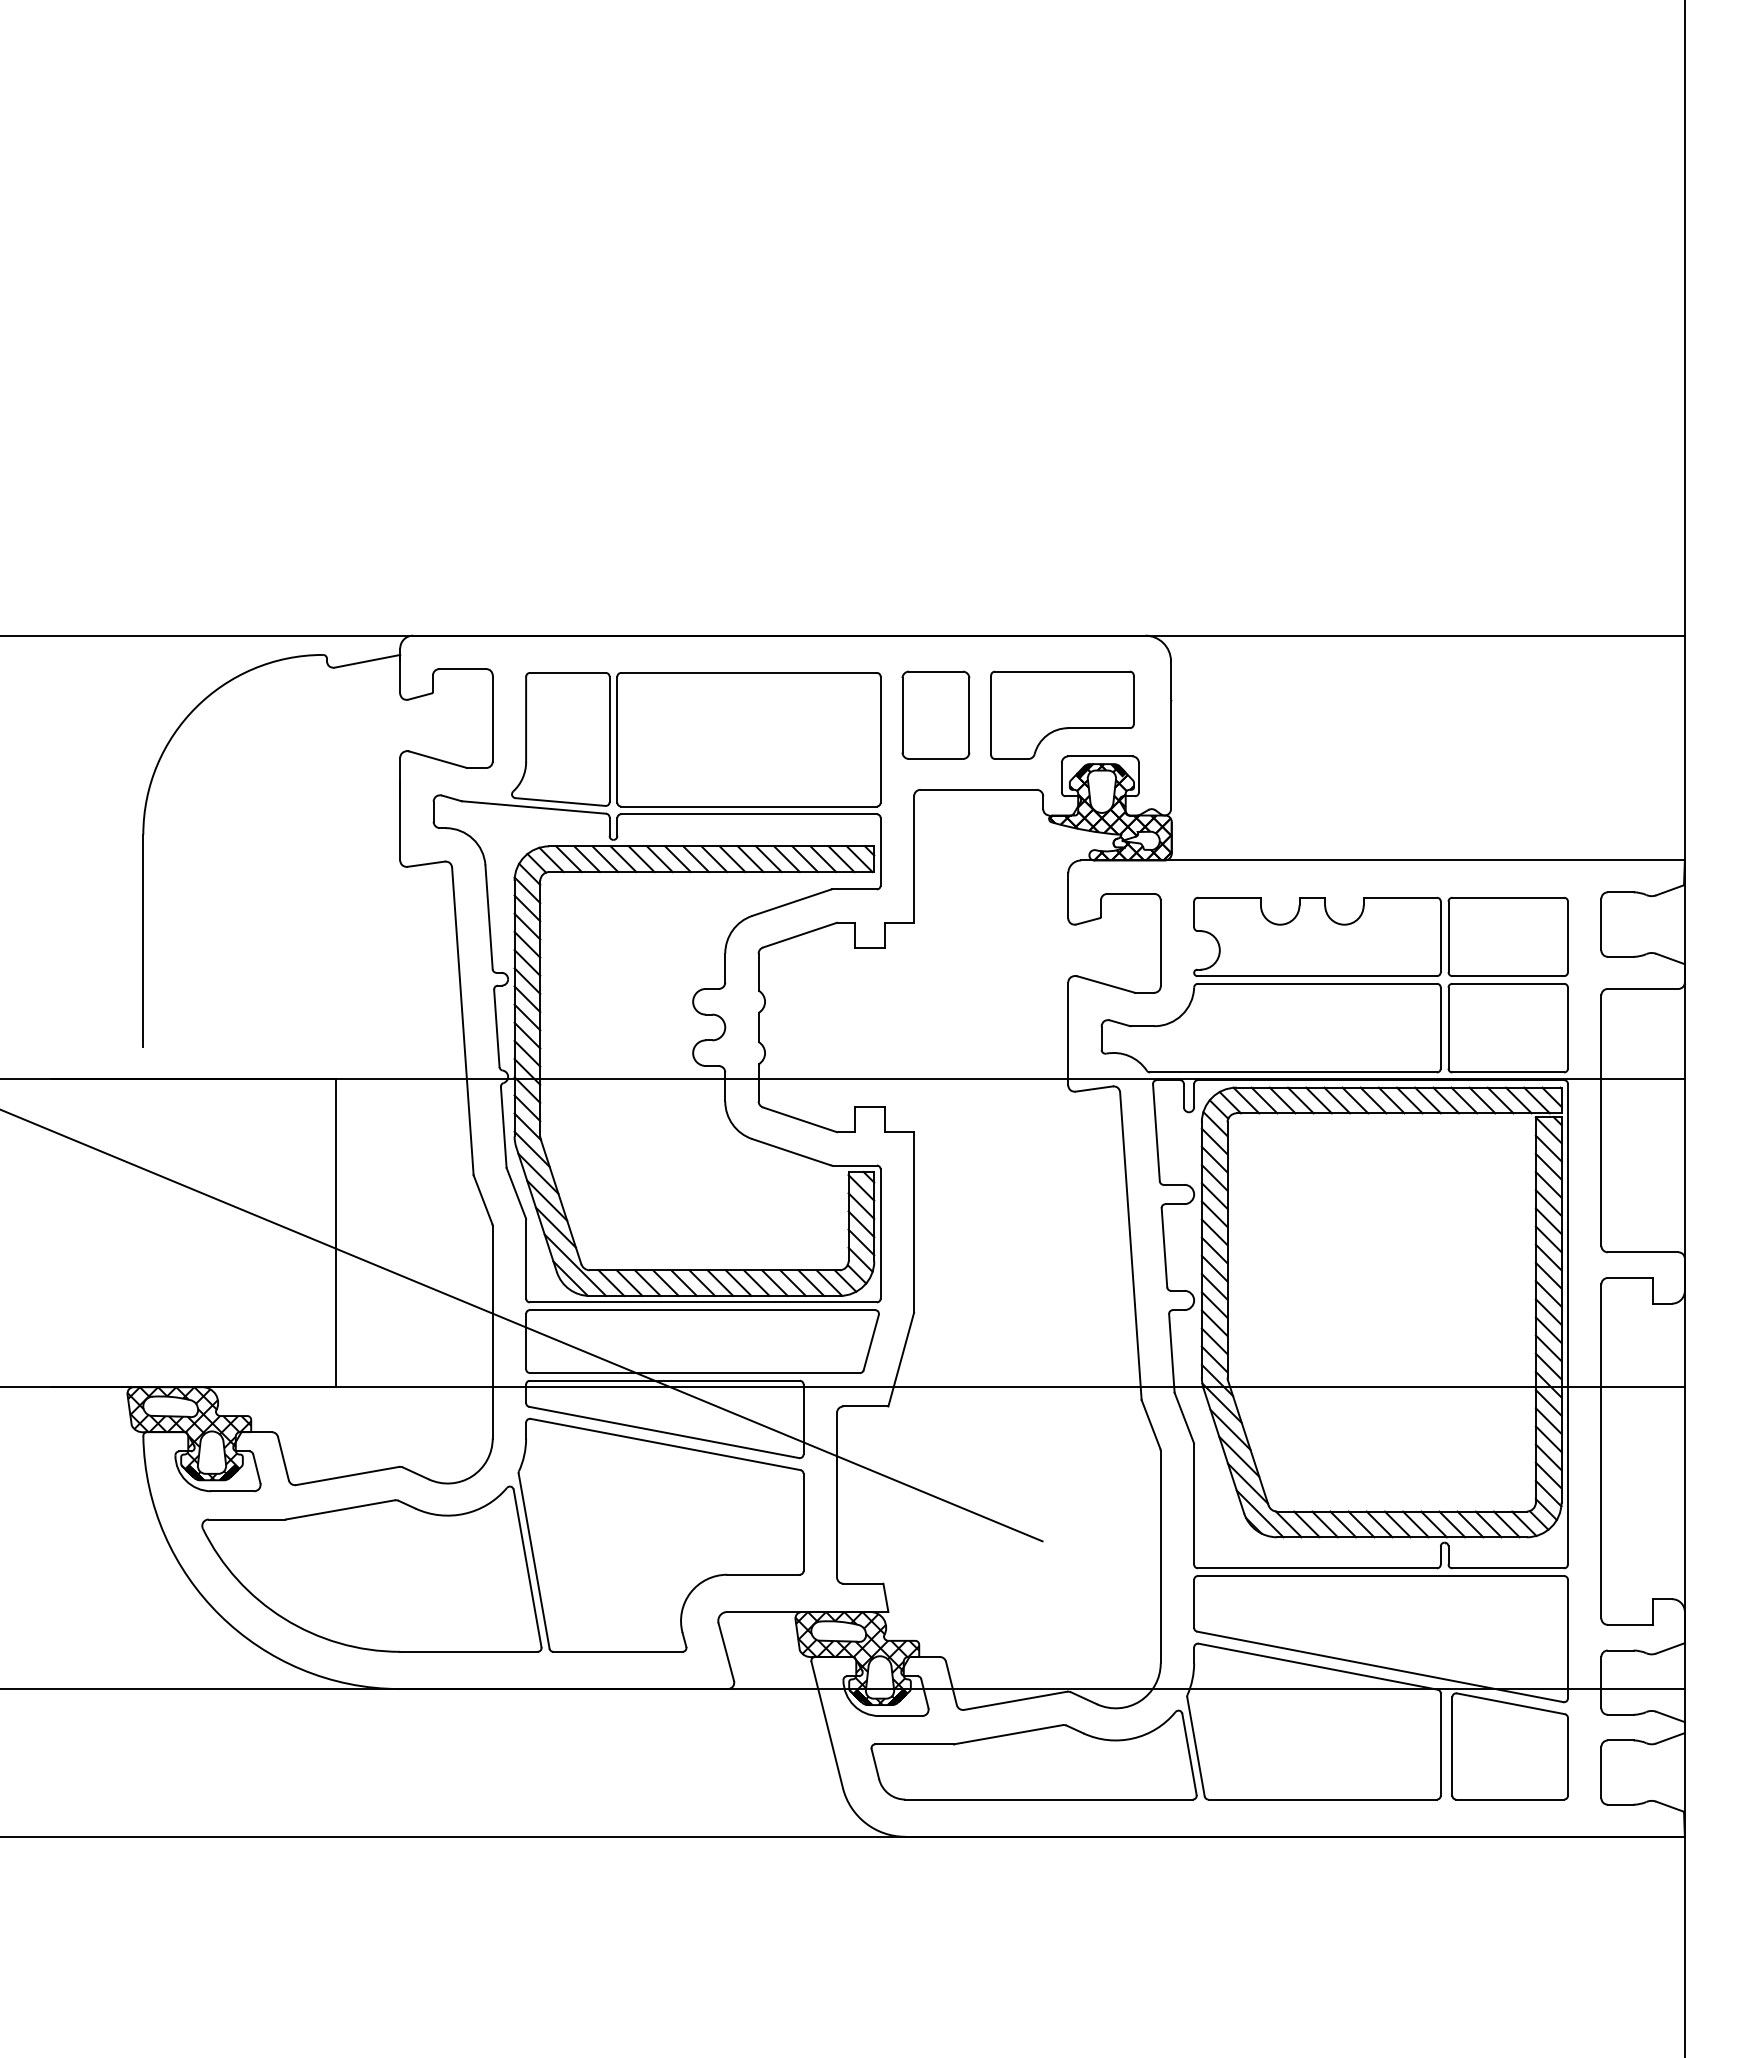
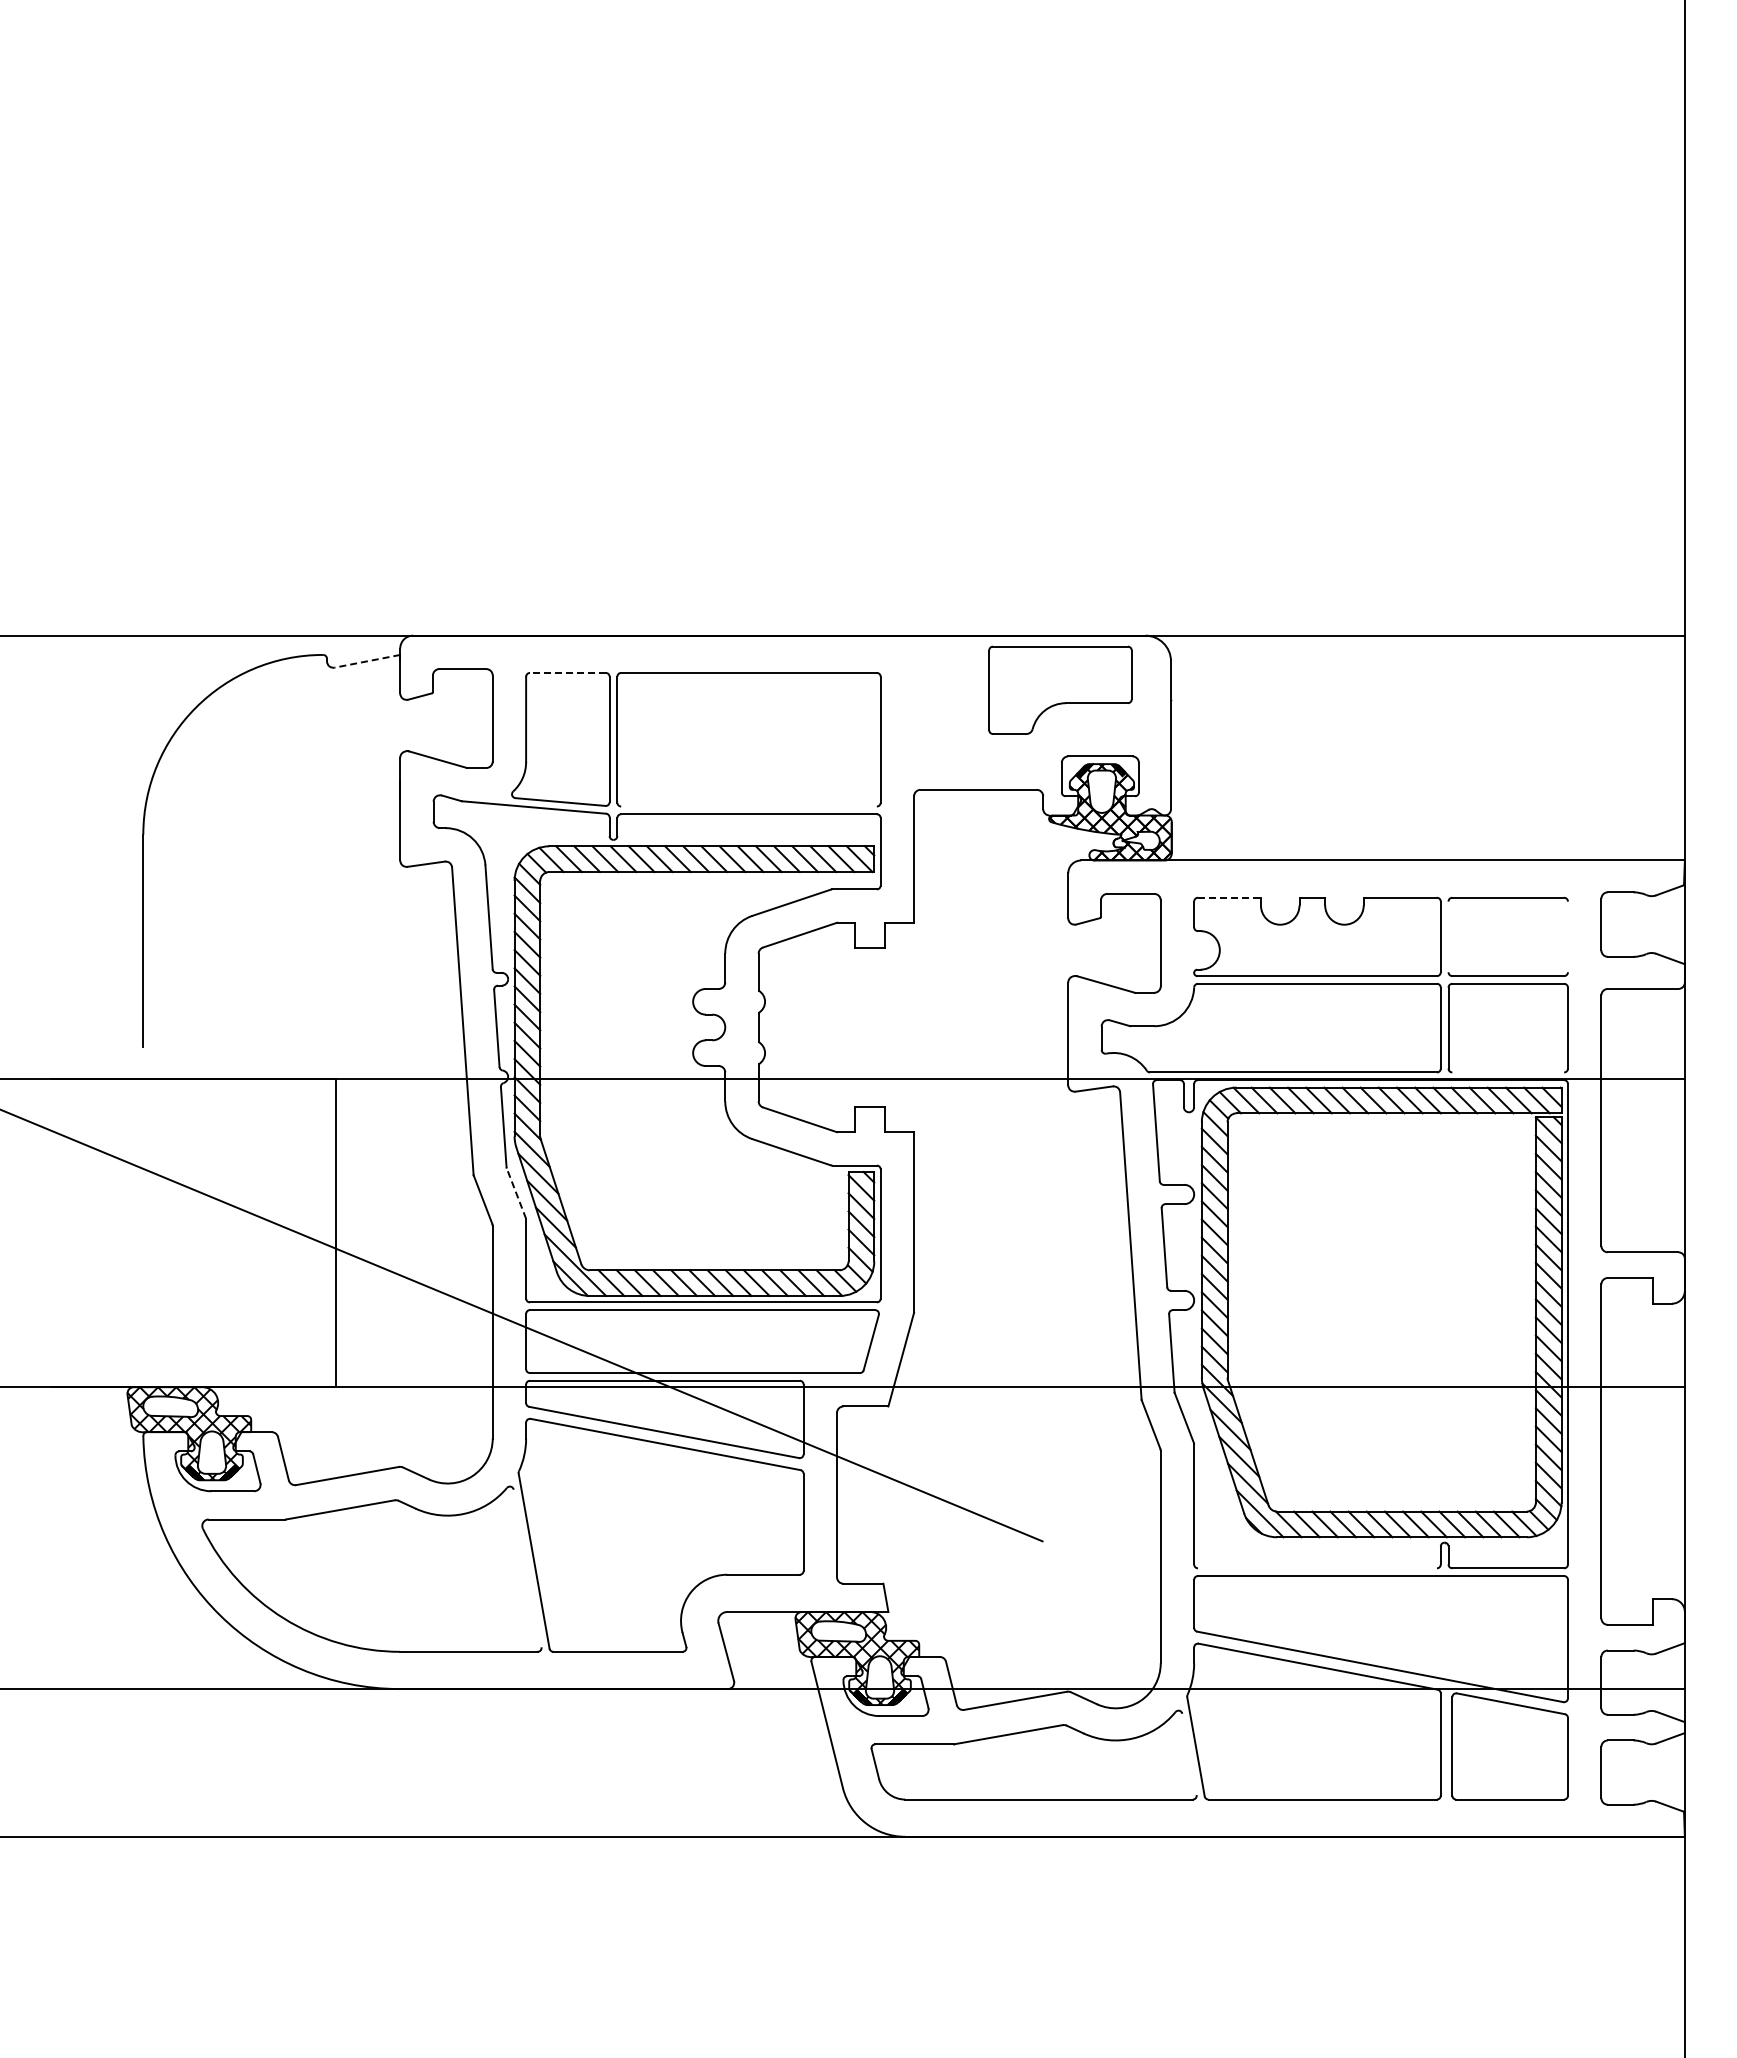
line at (366, 661): solid -> dashed
line at (567, 672): solid -> dashed
part at (935, 714): present -> none
part at (1062, 714) position: (1062, 714) -> (1060, 689)
line at (748, 806): present -> none
line at (1229, 897): solid -> dashed
line at (1448, 936): present -> none
line at (1567, 936): present -> none
line at (1508, 1072): present -> none
line at (516, 1193): solid -> dashed
line at (527, 1568): present -> none
line at (1317, 1568): present -> none
line at (1189, 1754): present -> none
